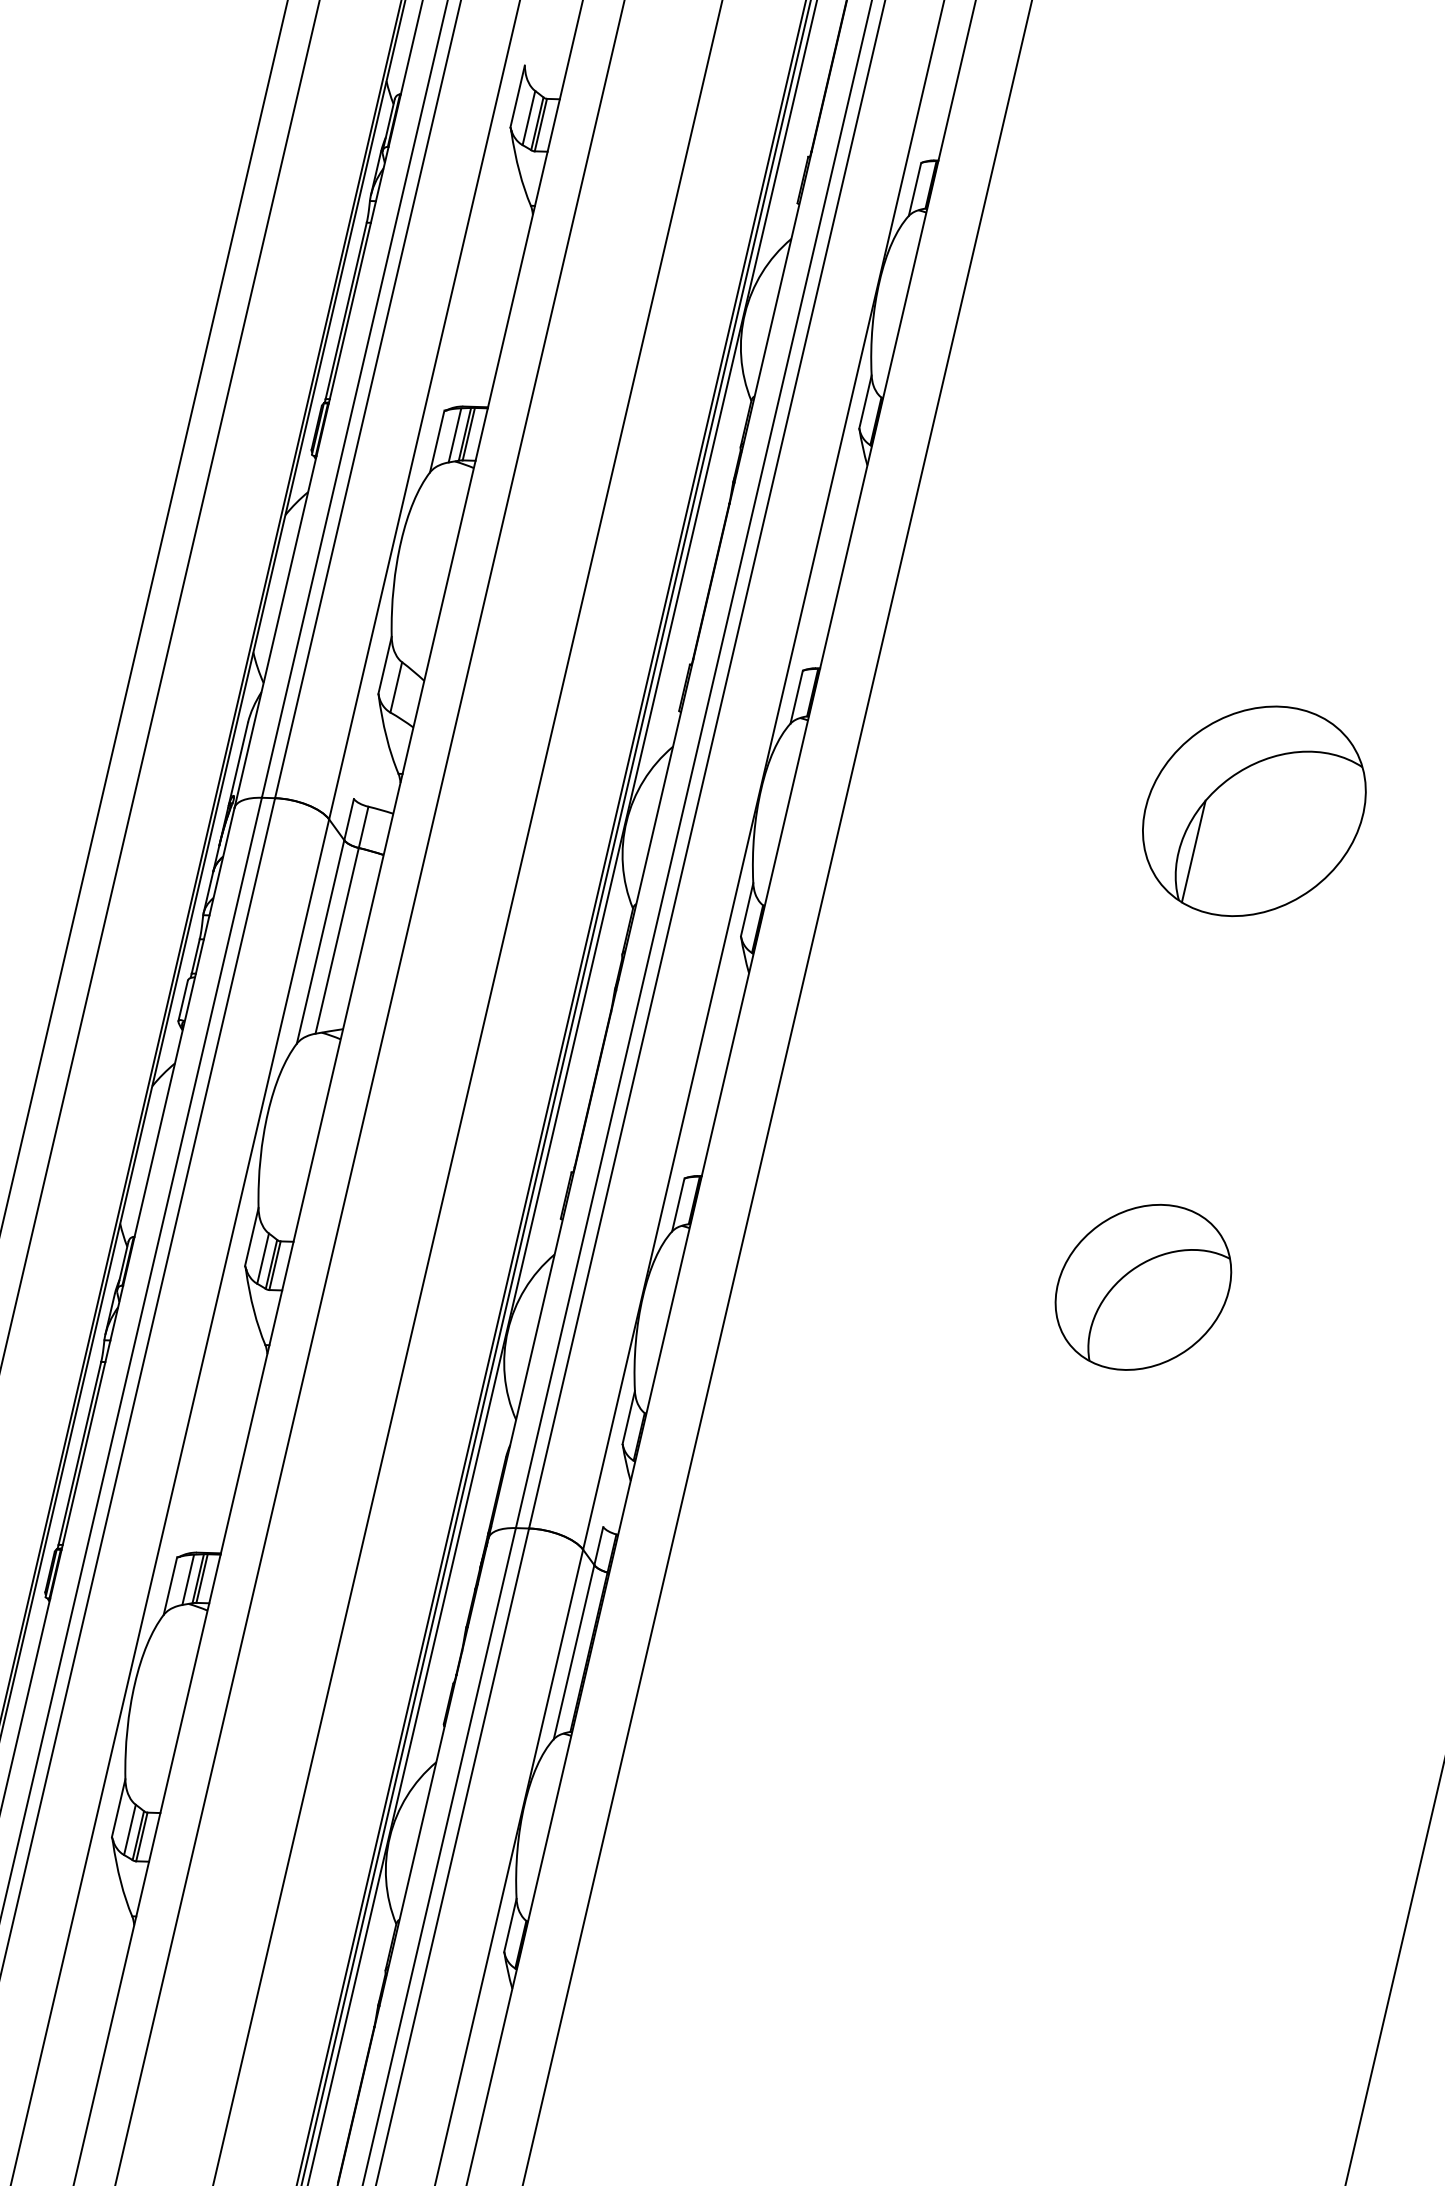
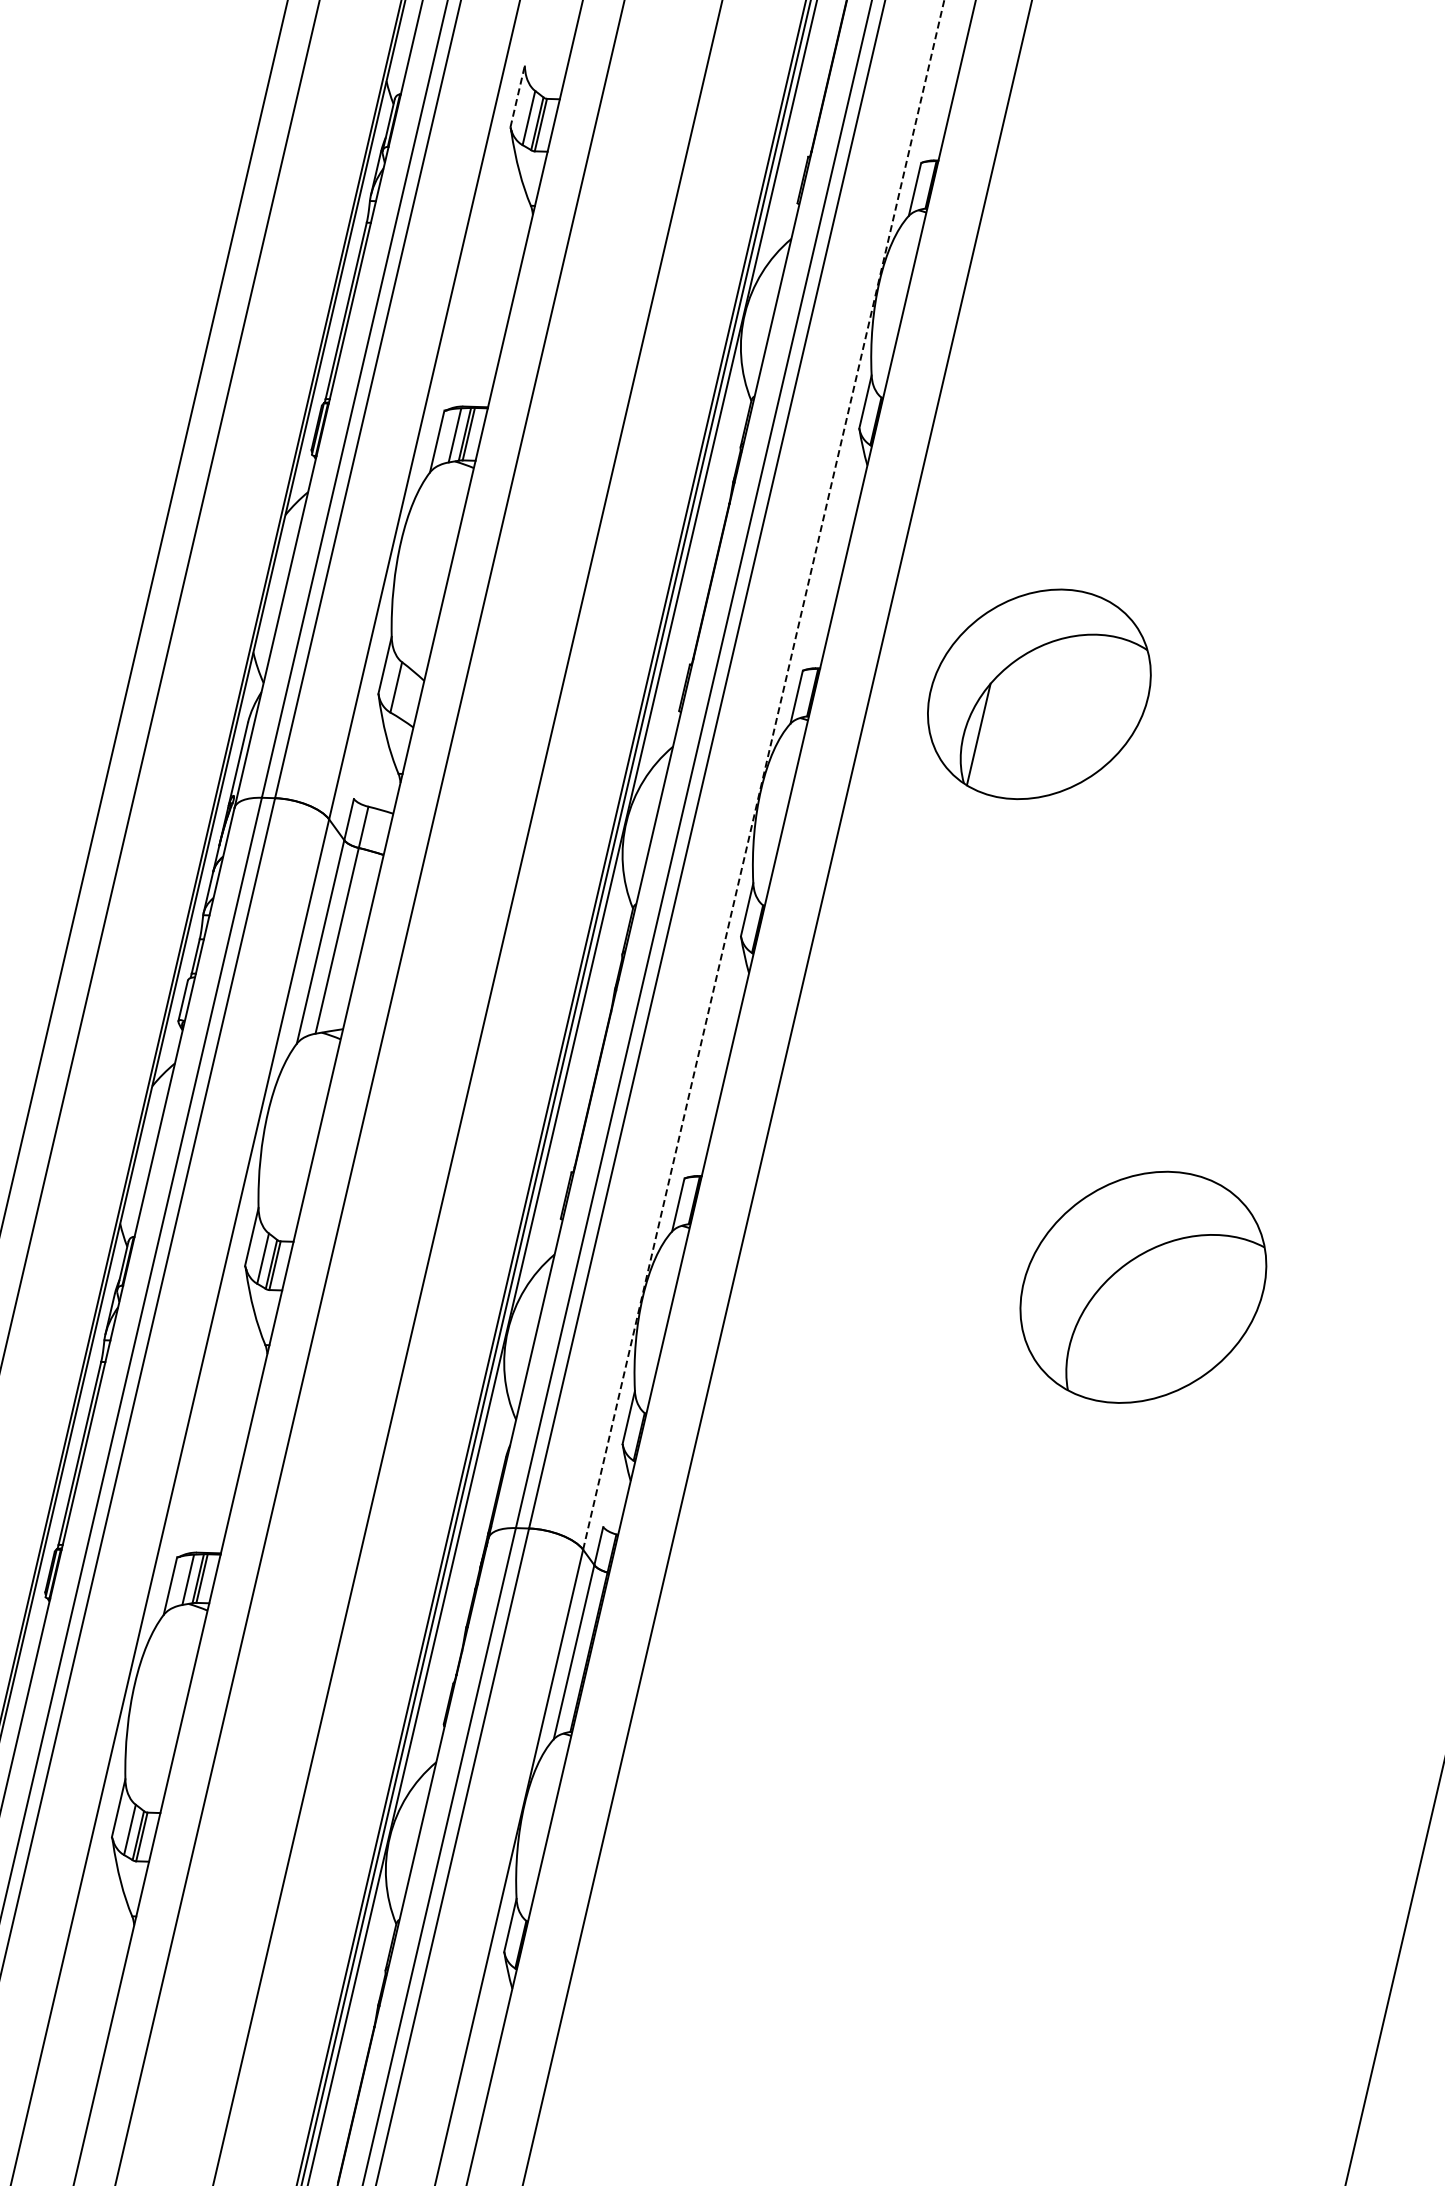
line at (517, 96): solid -> dashed
line at (763, 774): solid -> dashed
part at (1254, 810) position: (1254, 810) -> (1039, 693)
part at (1143, 1287) size: 179x167 px -> 249x234 px
